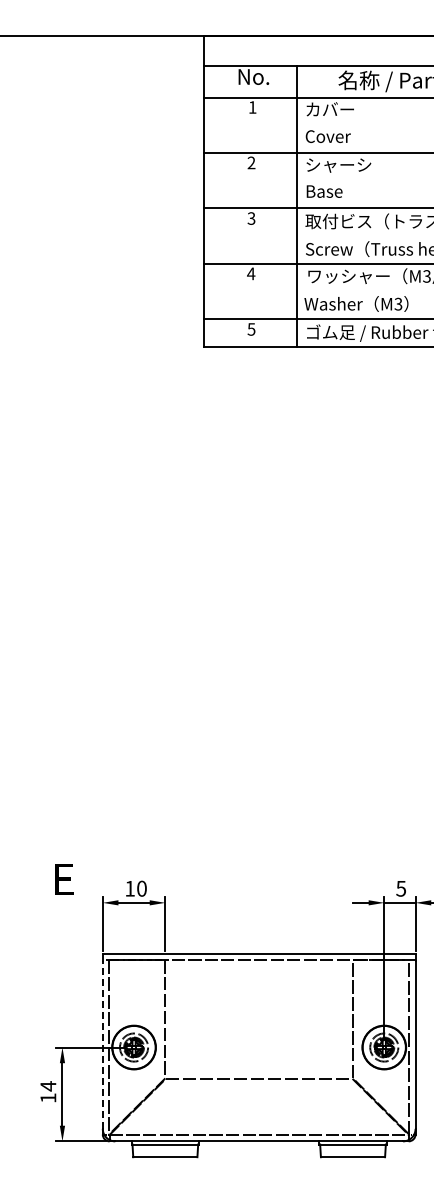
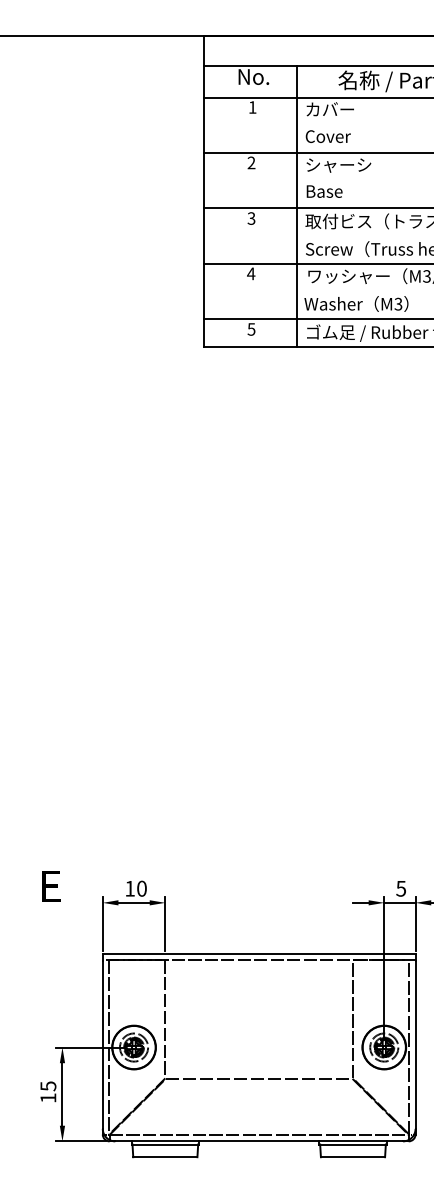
text at (64, 879) position: (64, 879) -> (51, 886)
line at (102, 1044): dashed -> solid
text at (48, 1086): 14 -> 15
